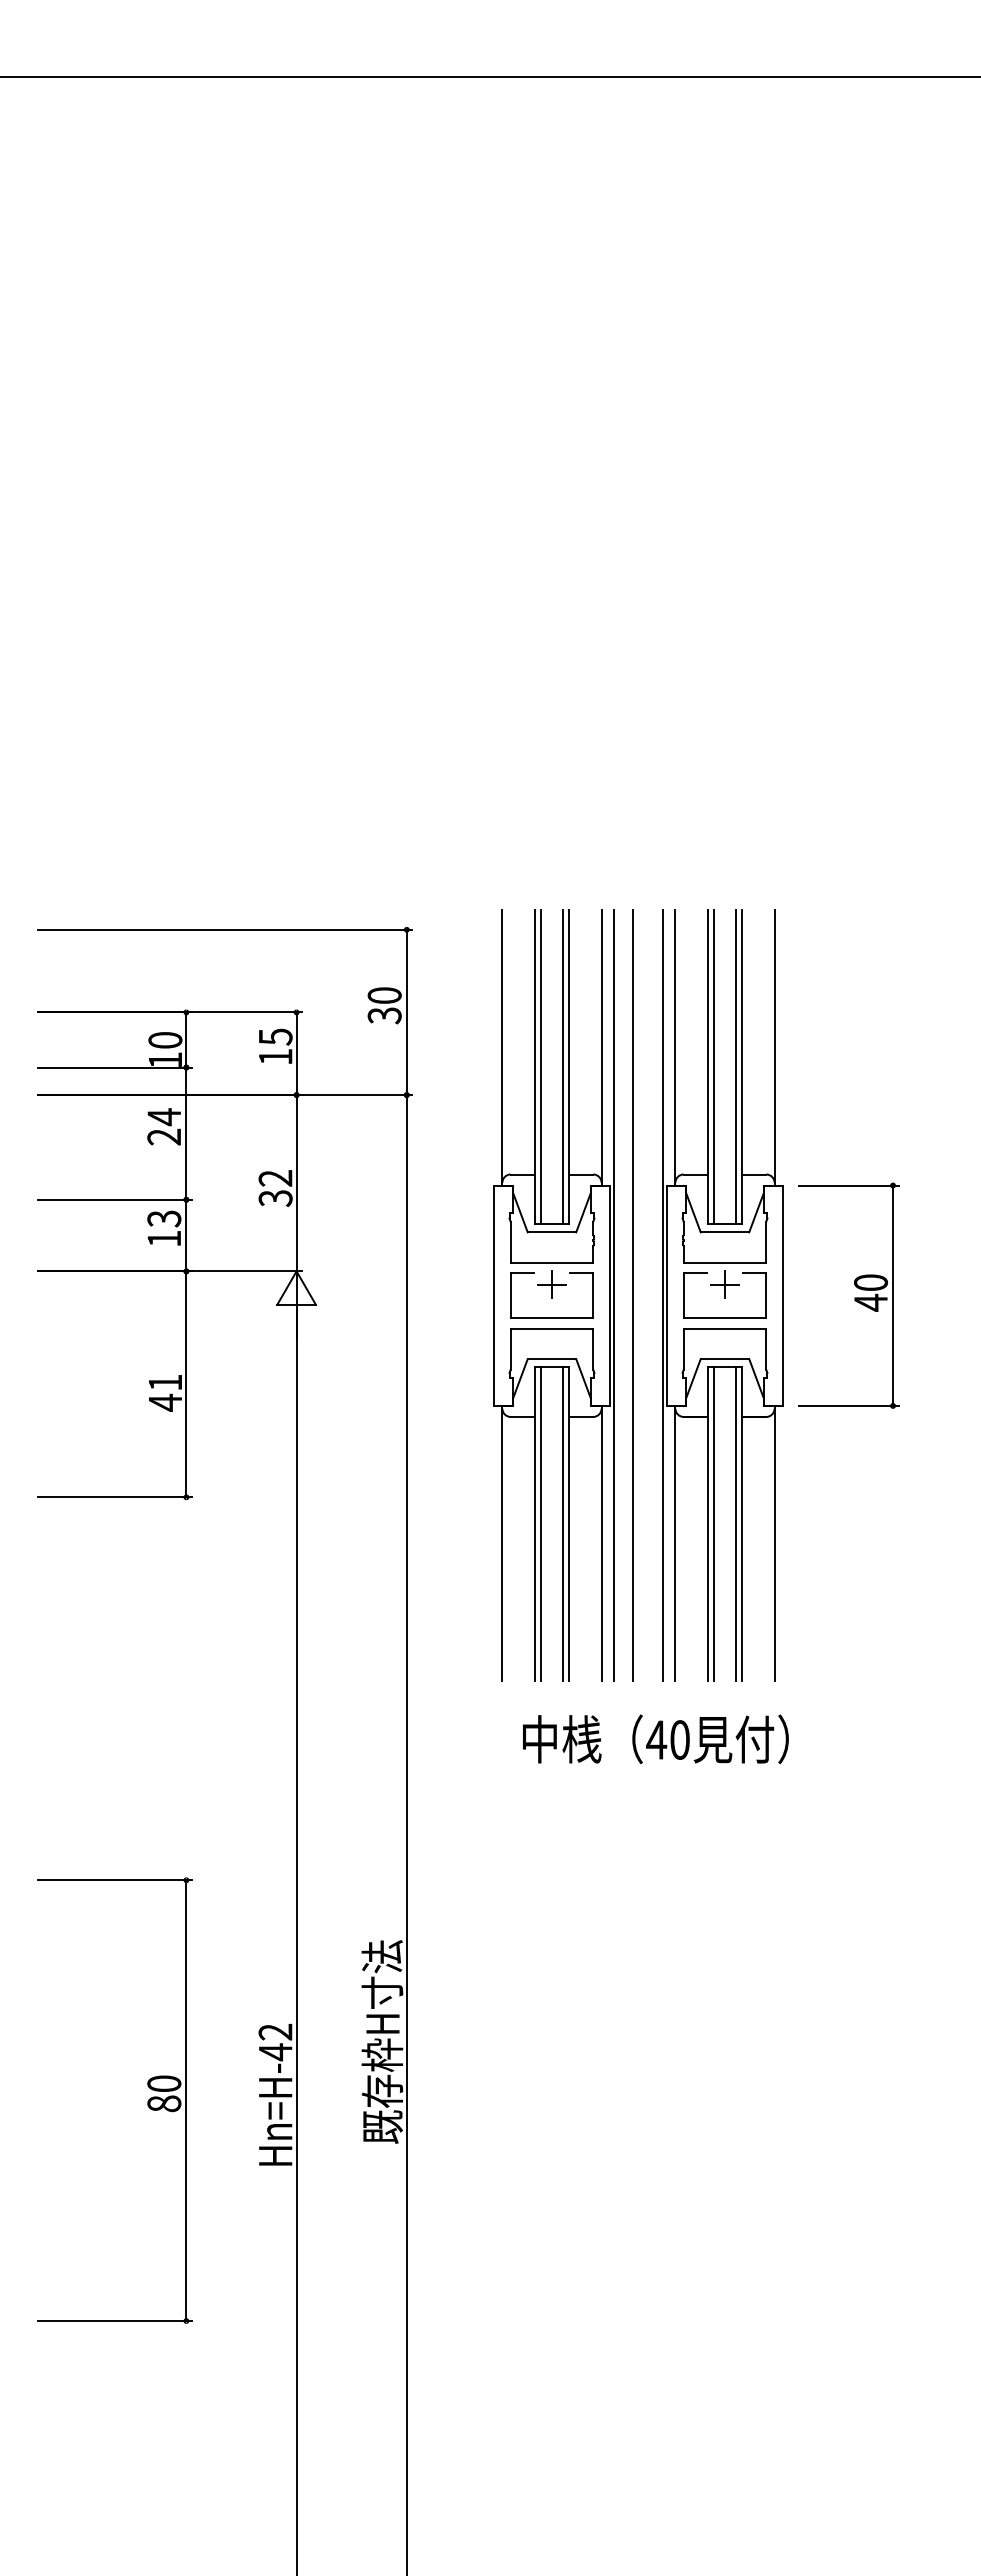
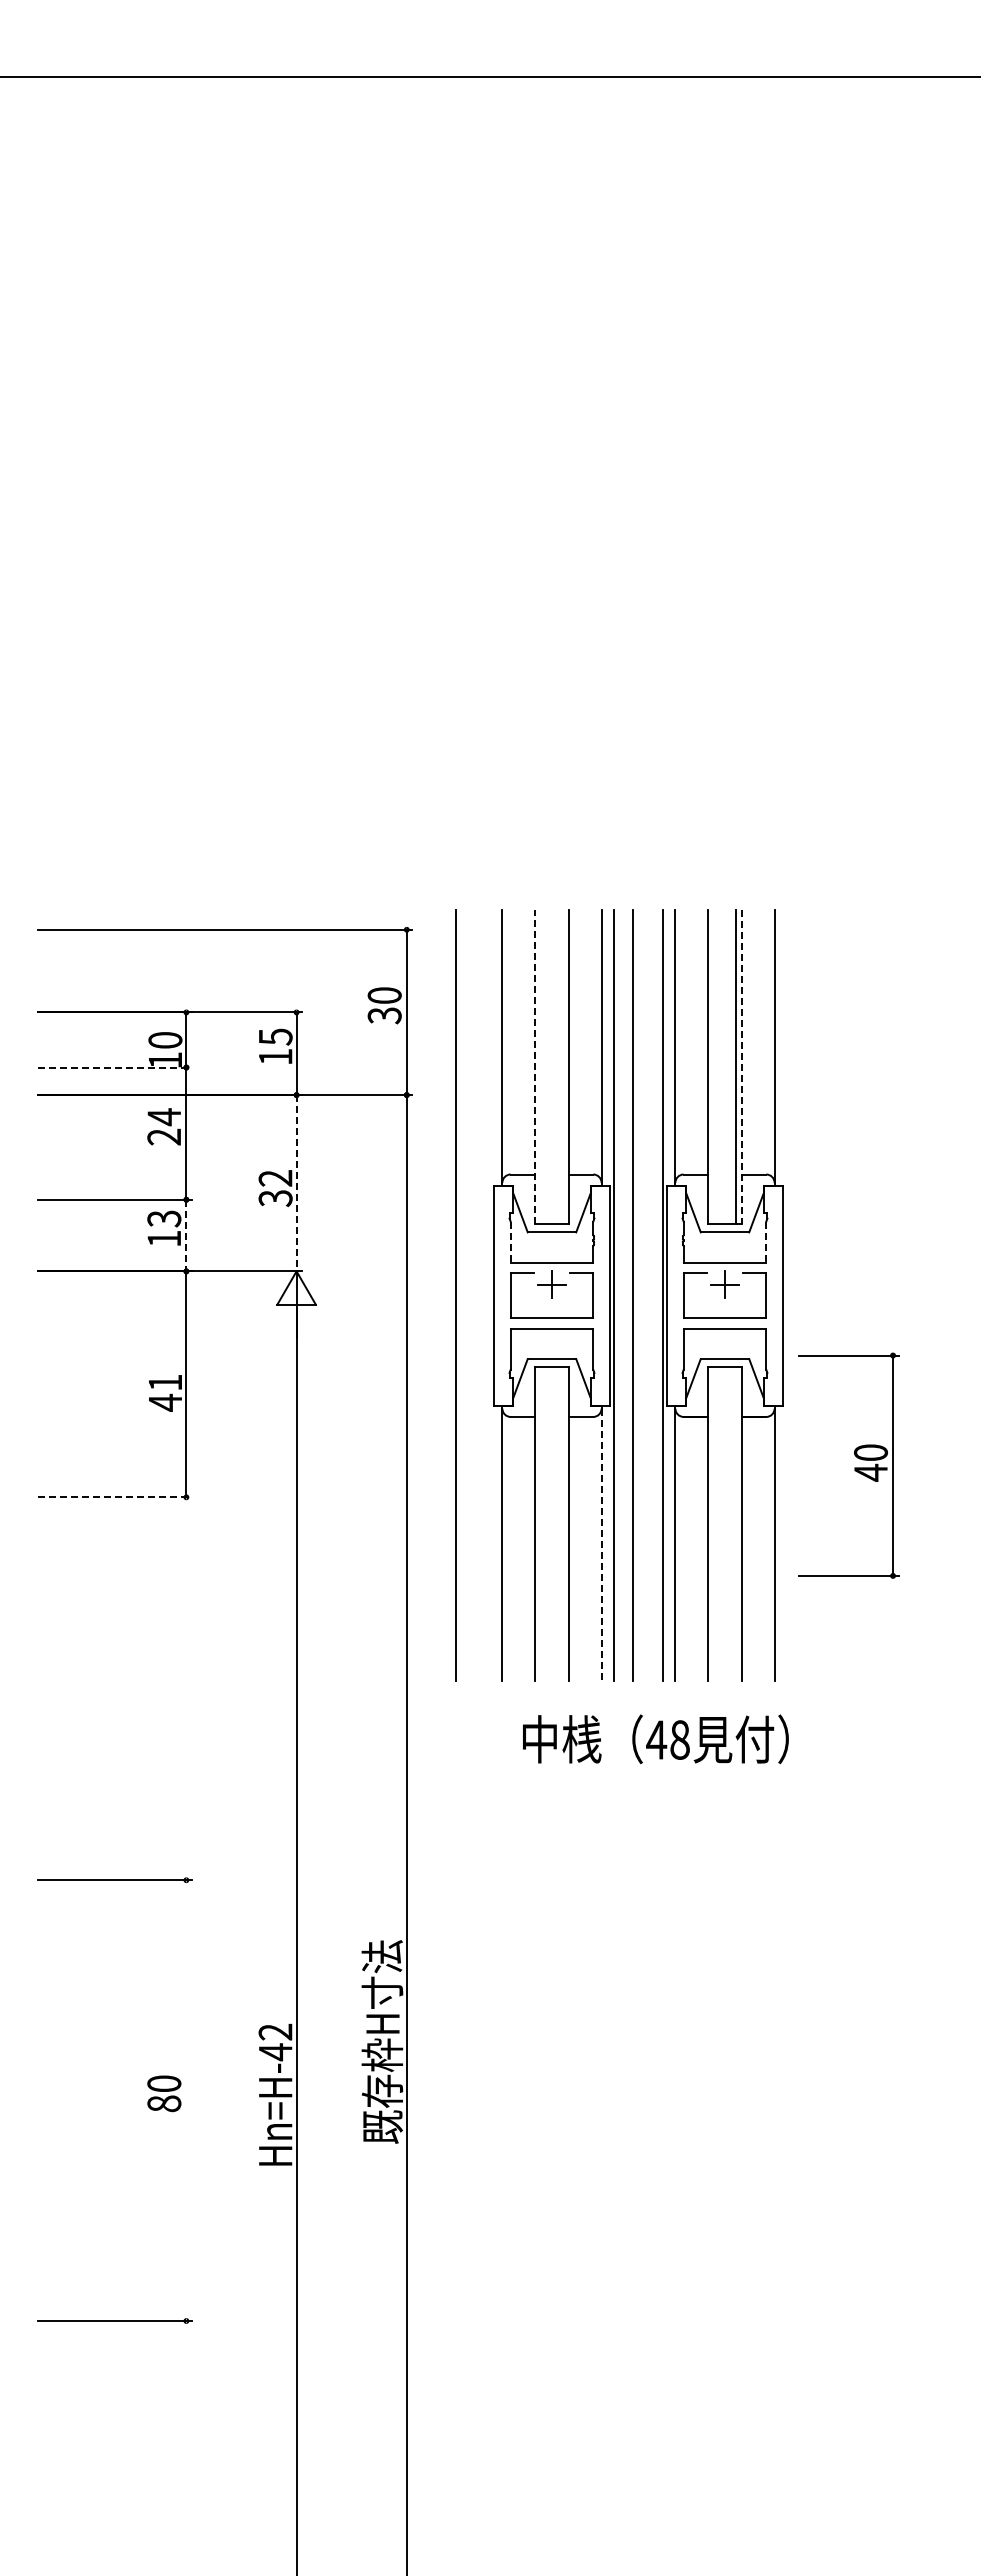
line at (535, 1066): solid -> dashed
line at (115, 1067): solid -> dashed
line at (540, 1067): present -> none
line at (563, 1067): present -> none
line at (713, 1067): present -> none
line at (741, 1067): solid -> dashed
line at (296, 1183): solid -> dashed
line at (186, 1235): solid -> dashed
line at (510, 1242): solid -> dashed
line at (766, 1242): solid -> dashed
line at (455, 1295): none -> present
part at (854, 1297) position: (854, 1297) -> (854, 1467)
line at (115, 1497): solid -> dashed
line at (540, 1524): present -> none
line at (563, 1524): present -> none
line at (713, 1524): present -> none
line at (736, 1524): present -> none
line at (601, 1545): solid -> dashed
text at (679, 1739): 40 -> 48
line at (186, 2100): present -> none
